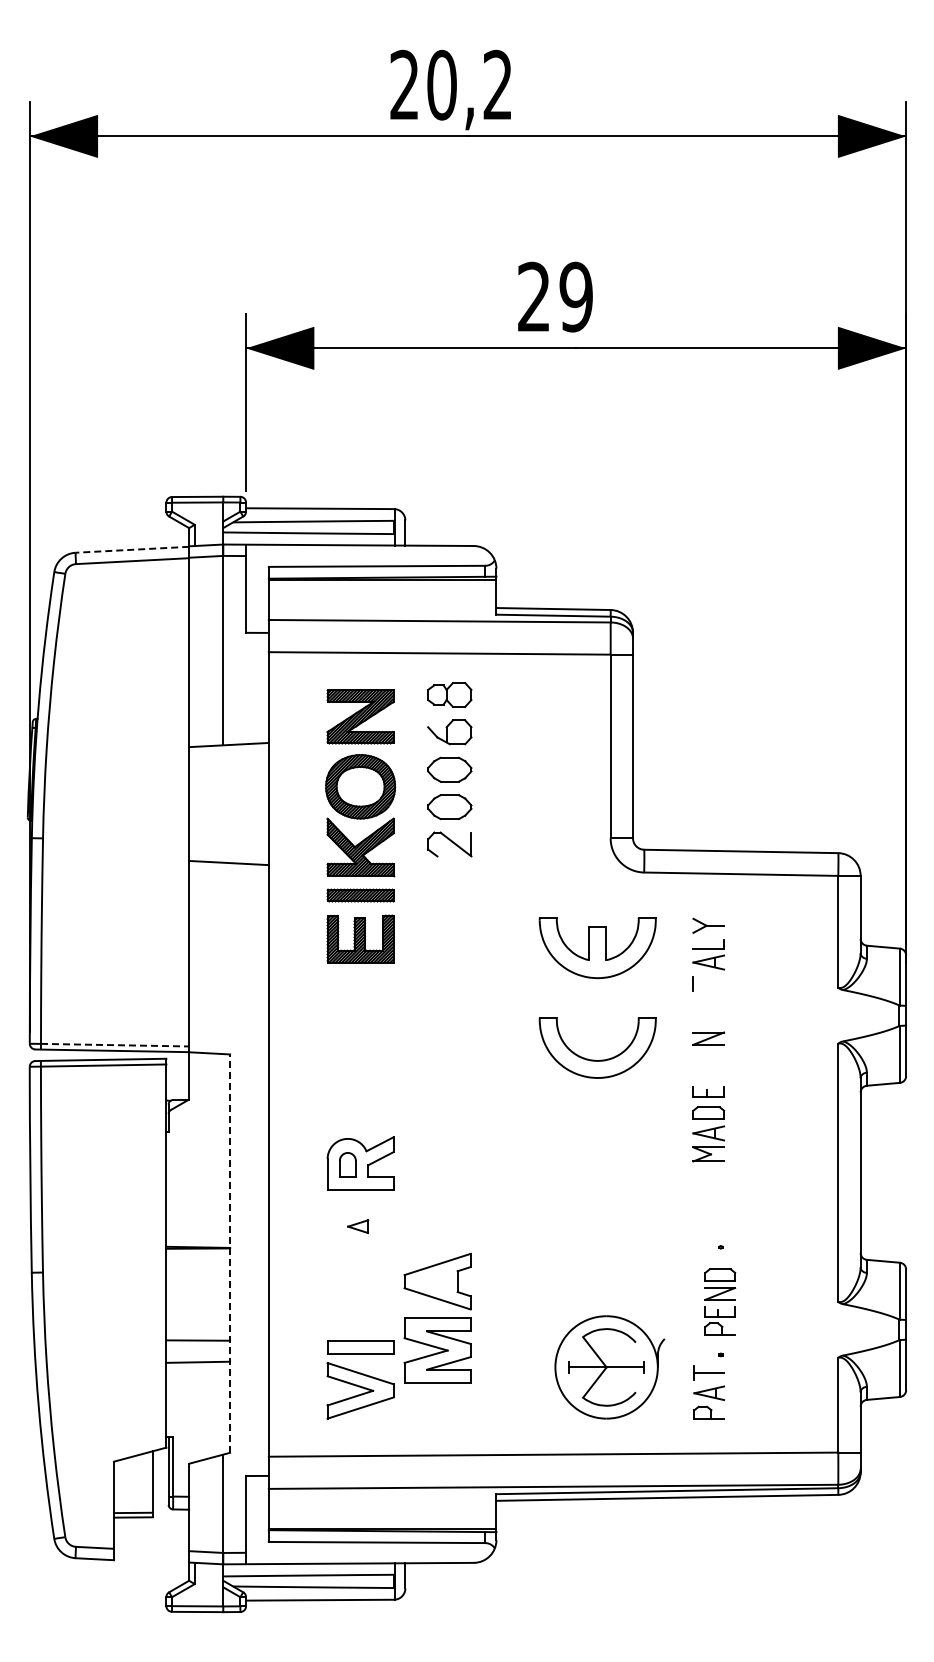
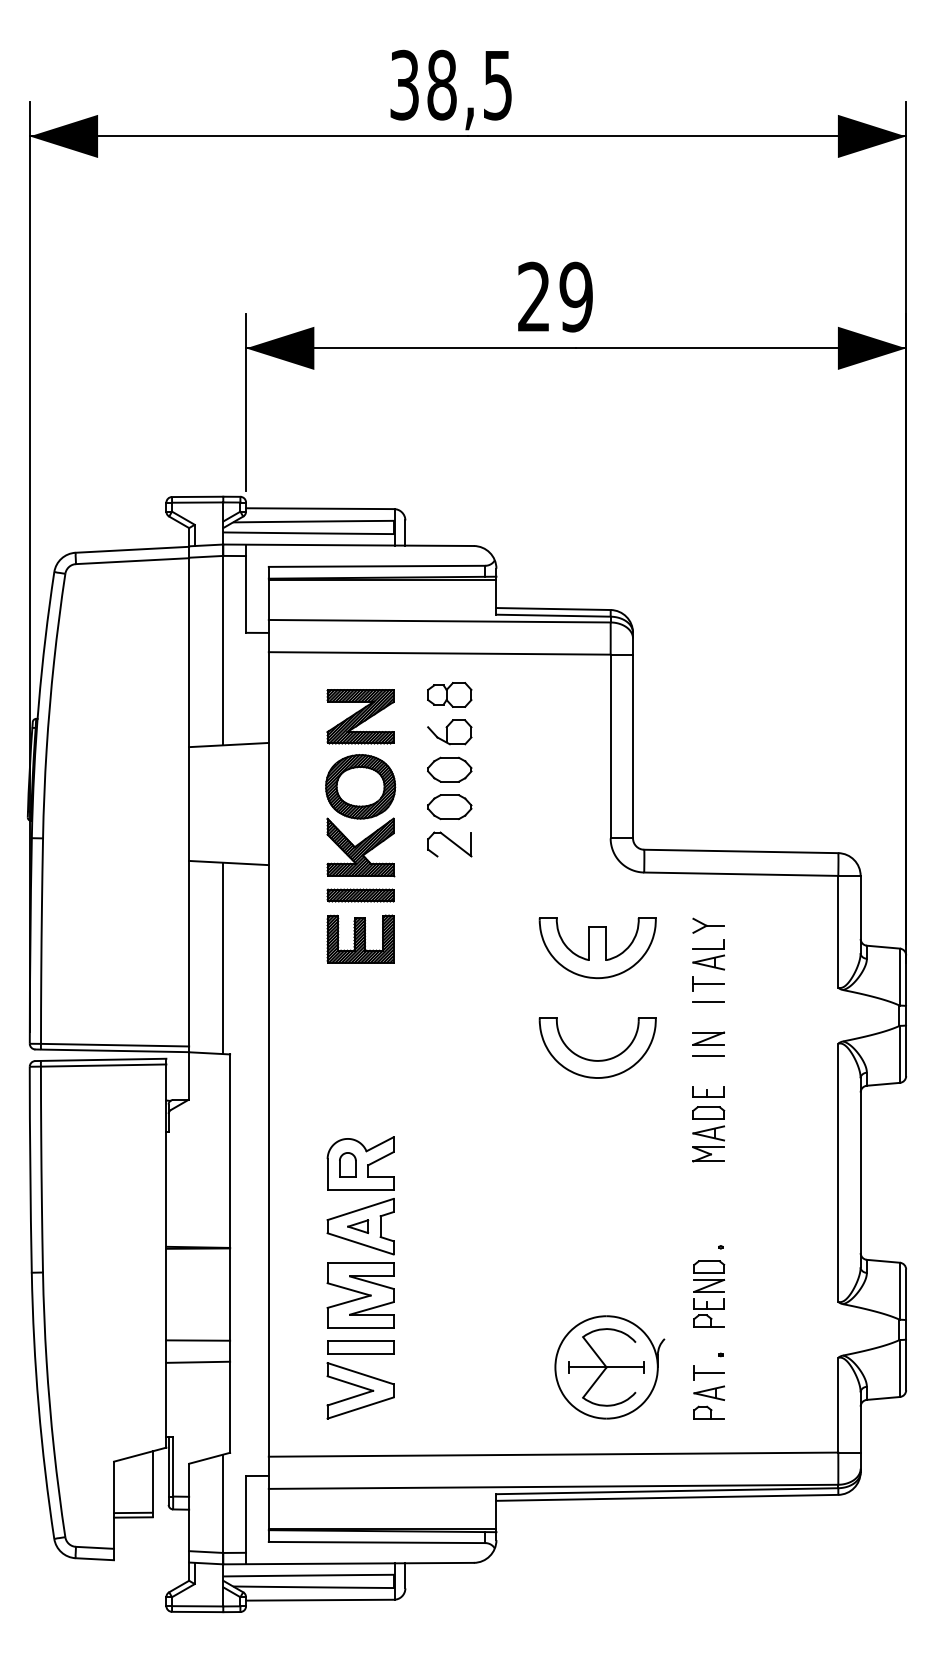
text at (450, 84): 20,2 -> 38,5
line at (132, 549): dashed -> solid
line at (223, 958): none -> present
line at (708, 983): none -> present
line at (708, 1001): none -> present
line at (115, 1045): dashed -> solid
line at (708, 1055): none -> present
line at (230, 1253): dashed -> solid
part at (720, 1301) position: (720, 1301) -> (709, 1293)
part at (437, 1318) position: (437, 1318) -> (360, 1263)
